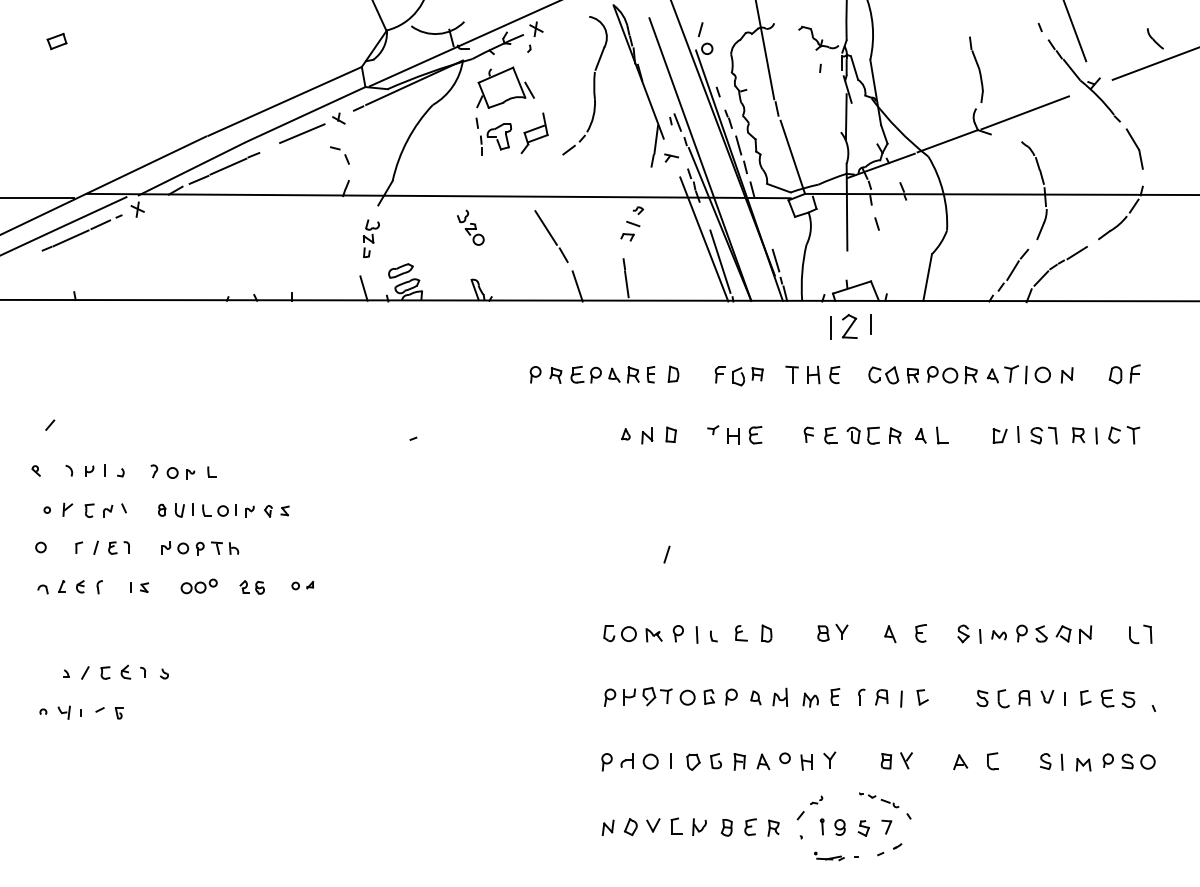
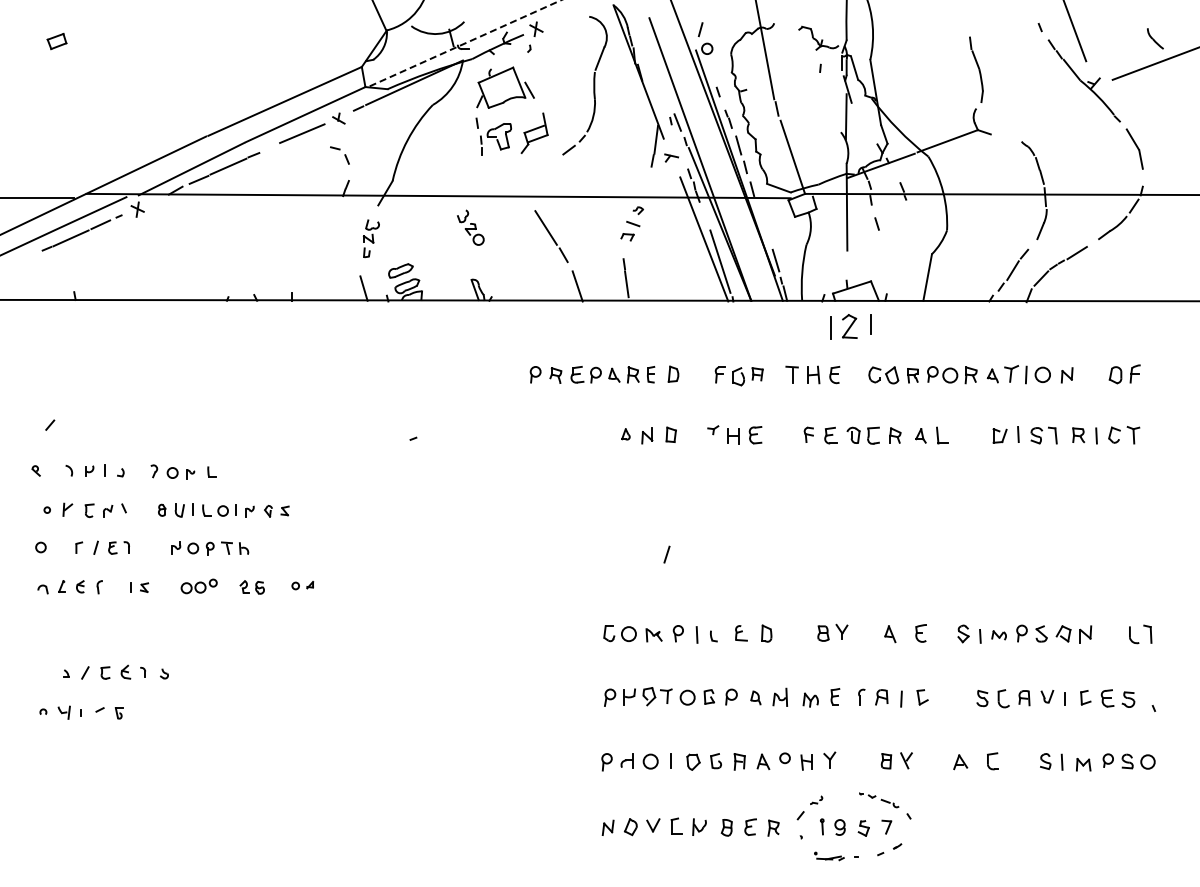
line at (465, 43): solid -> dashed
line at (1024, 112): present -> none
part at (200, 548) position: (200, 548) -> (210, 548)
